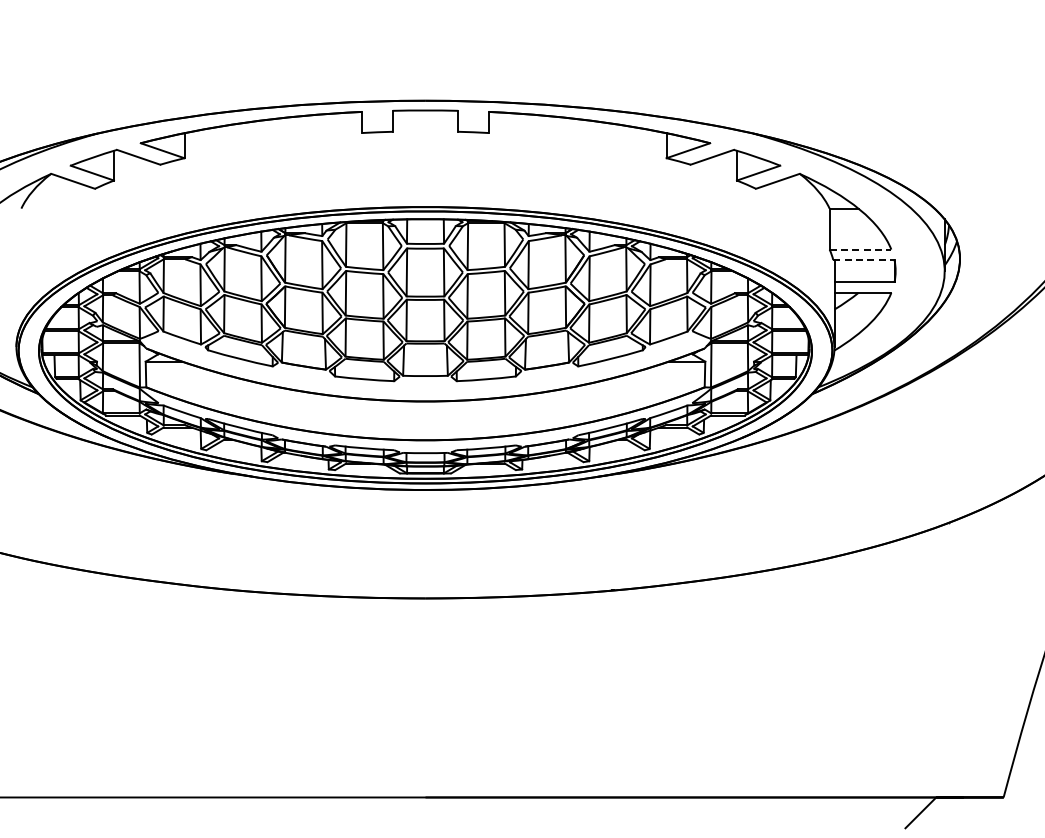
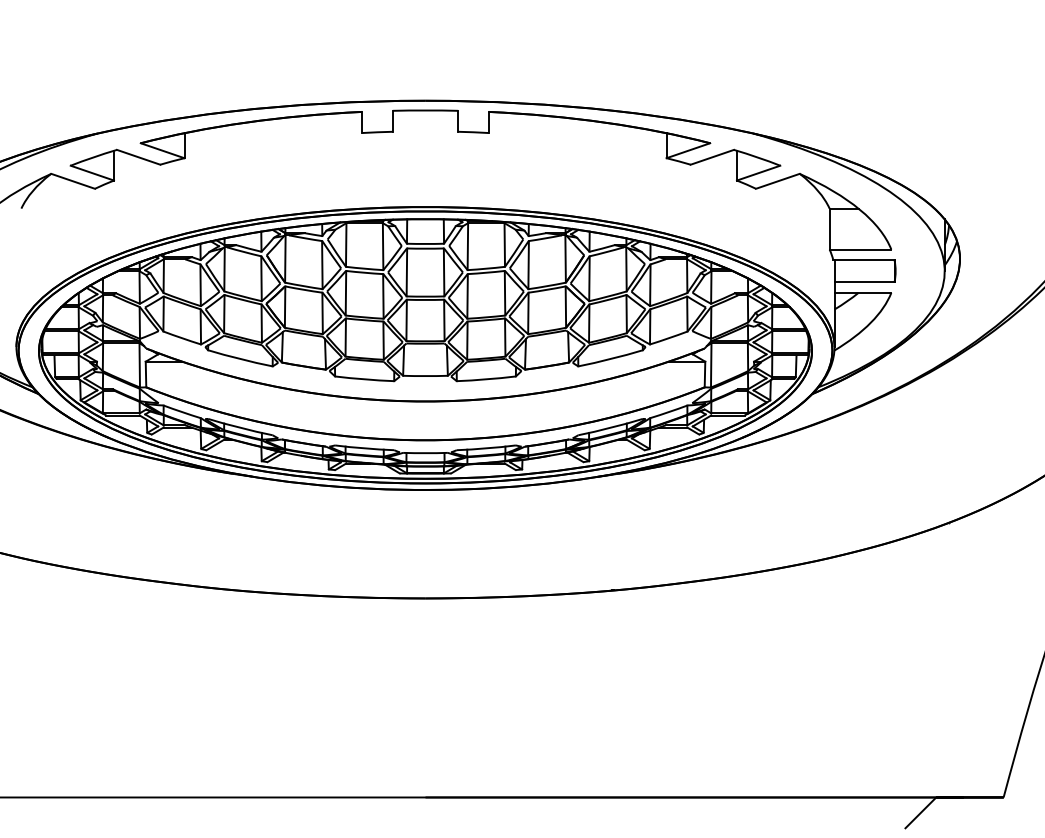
line at (860, 249): dashed -> solid
line at (863, 260): dashed -> solid
